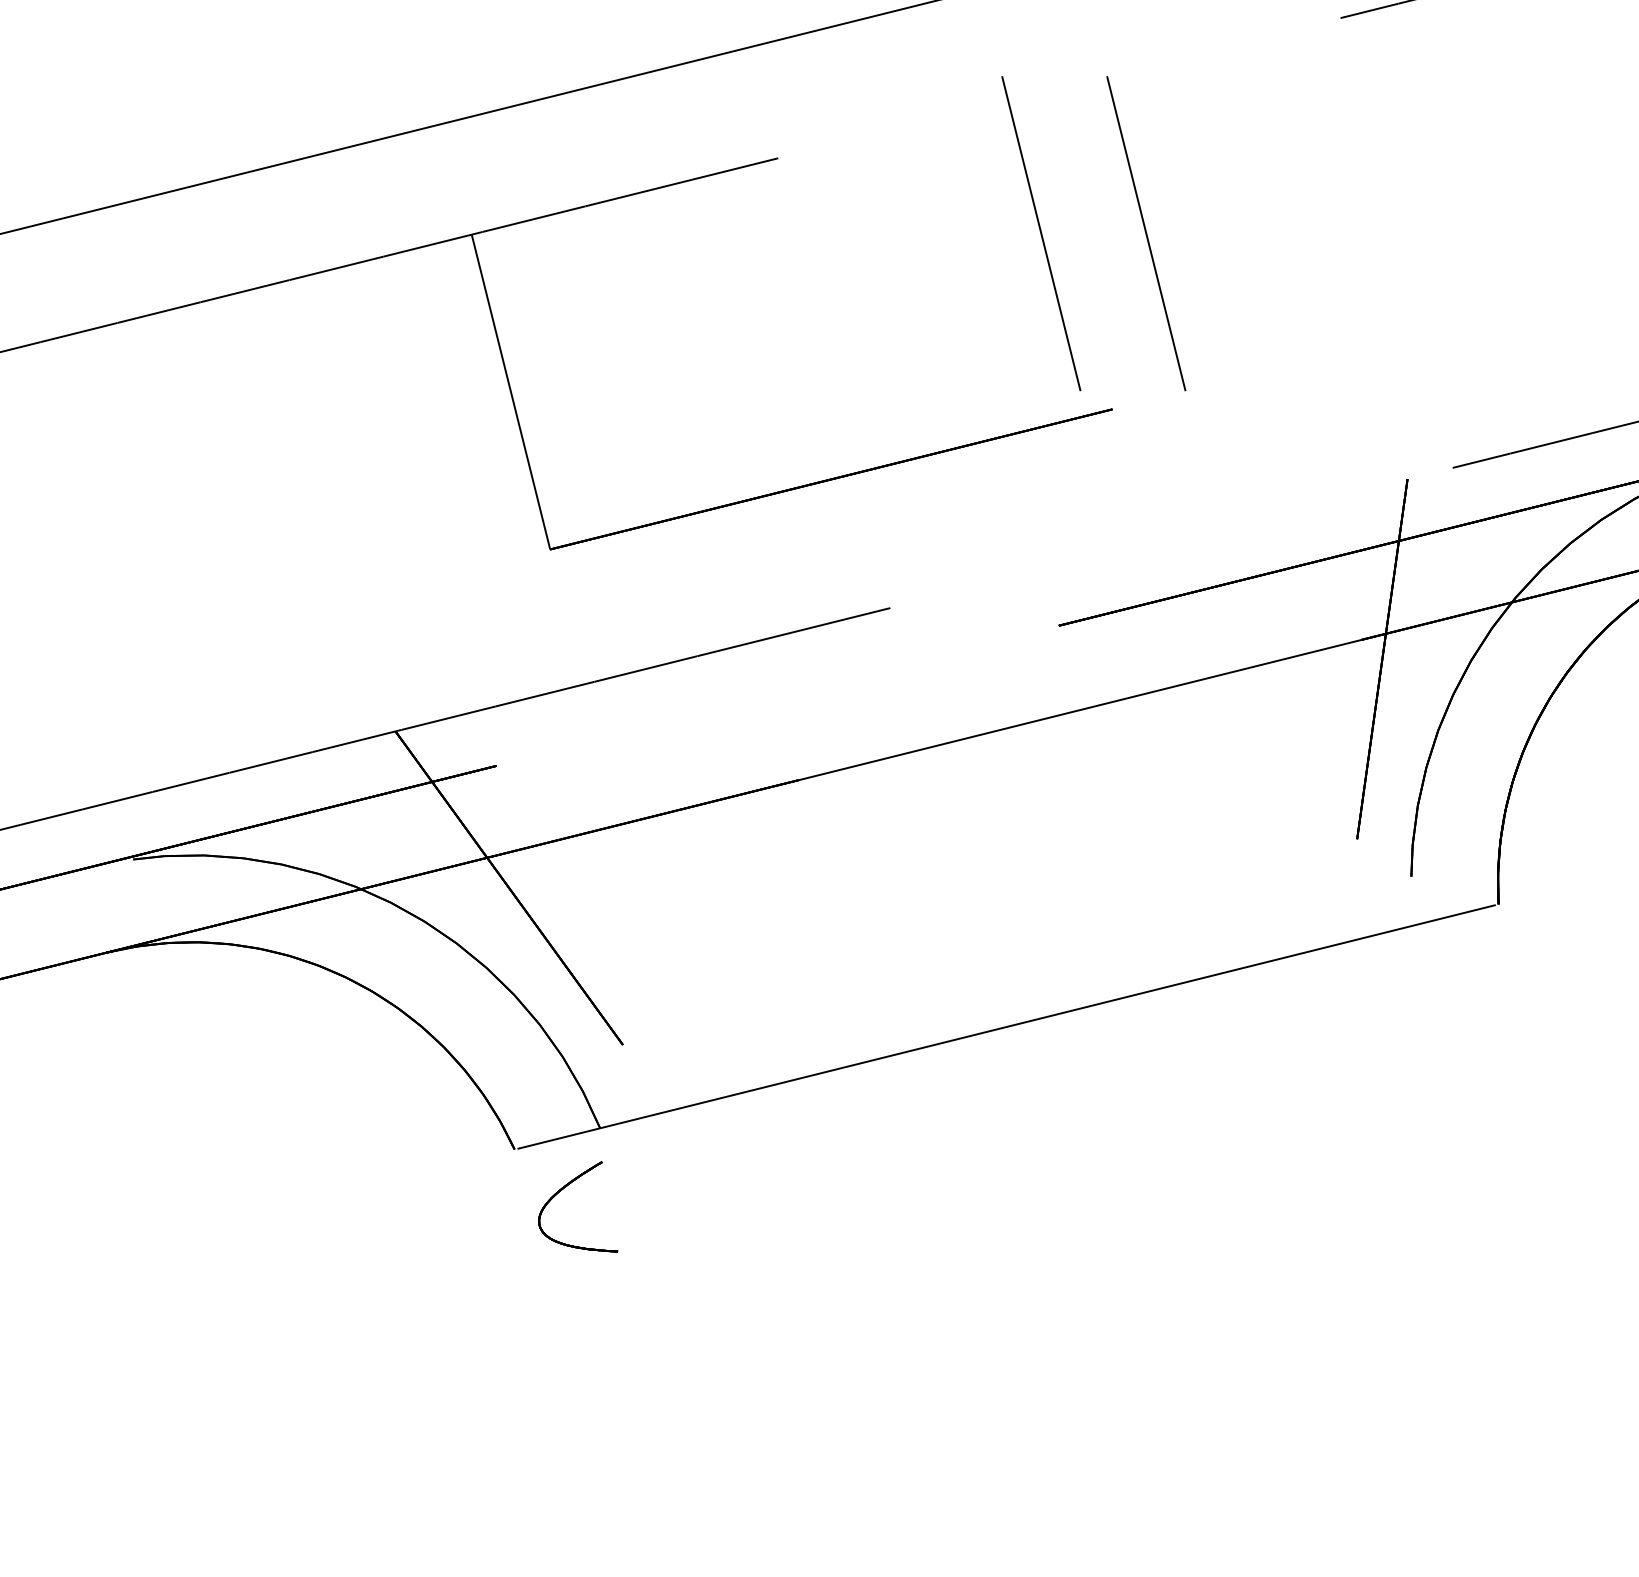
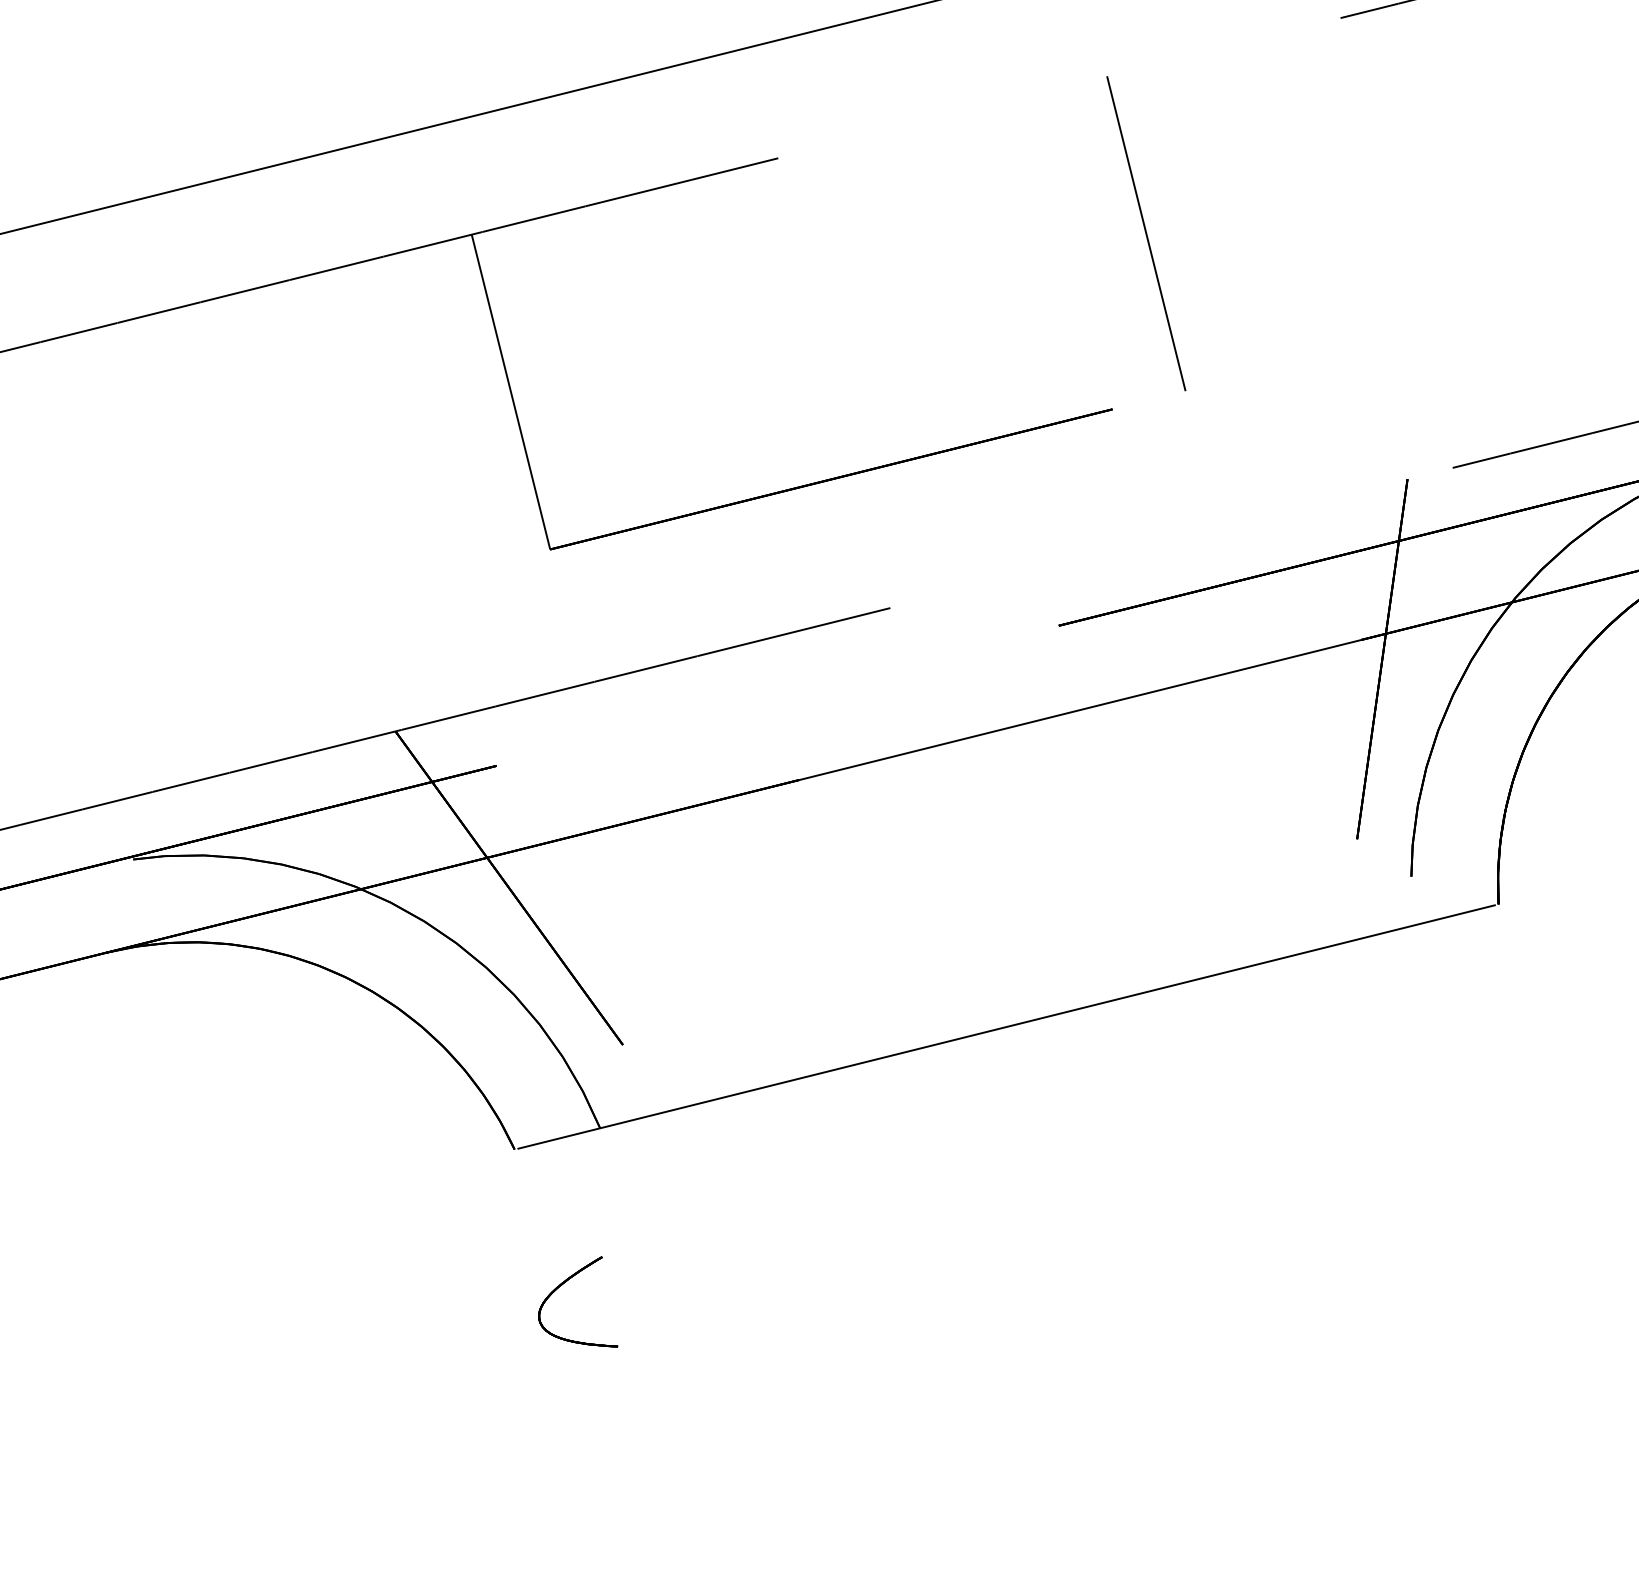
line at (1041, 233): present -> none
part at (562, 1190) position: (562, 1190) -> (562, 1285)
